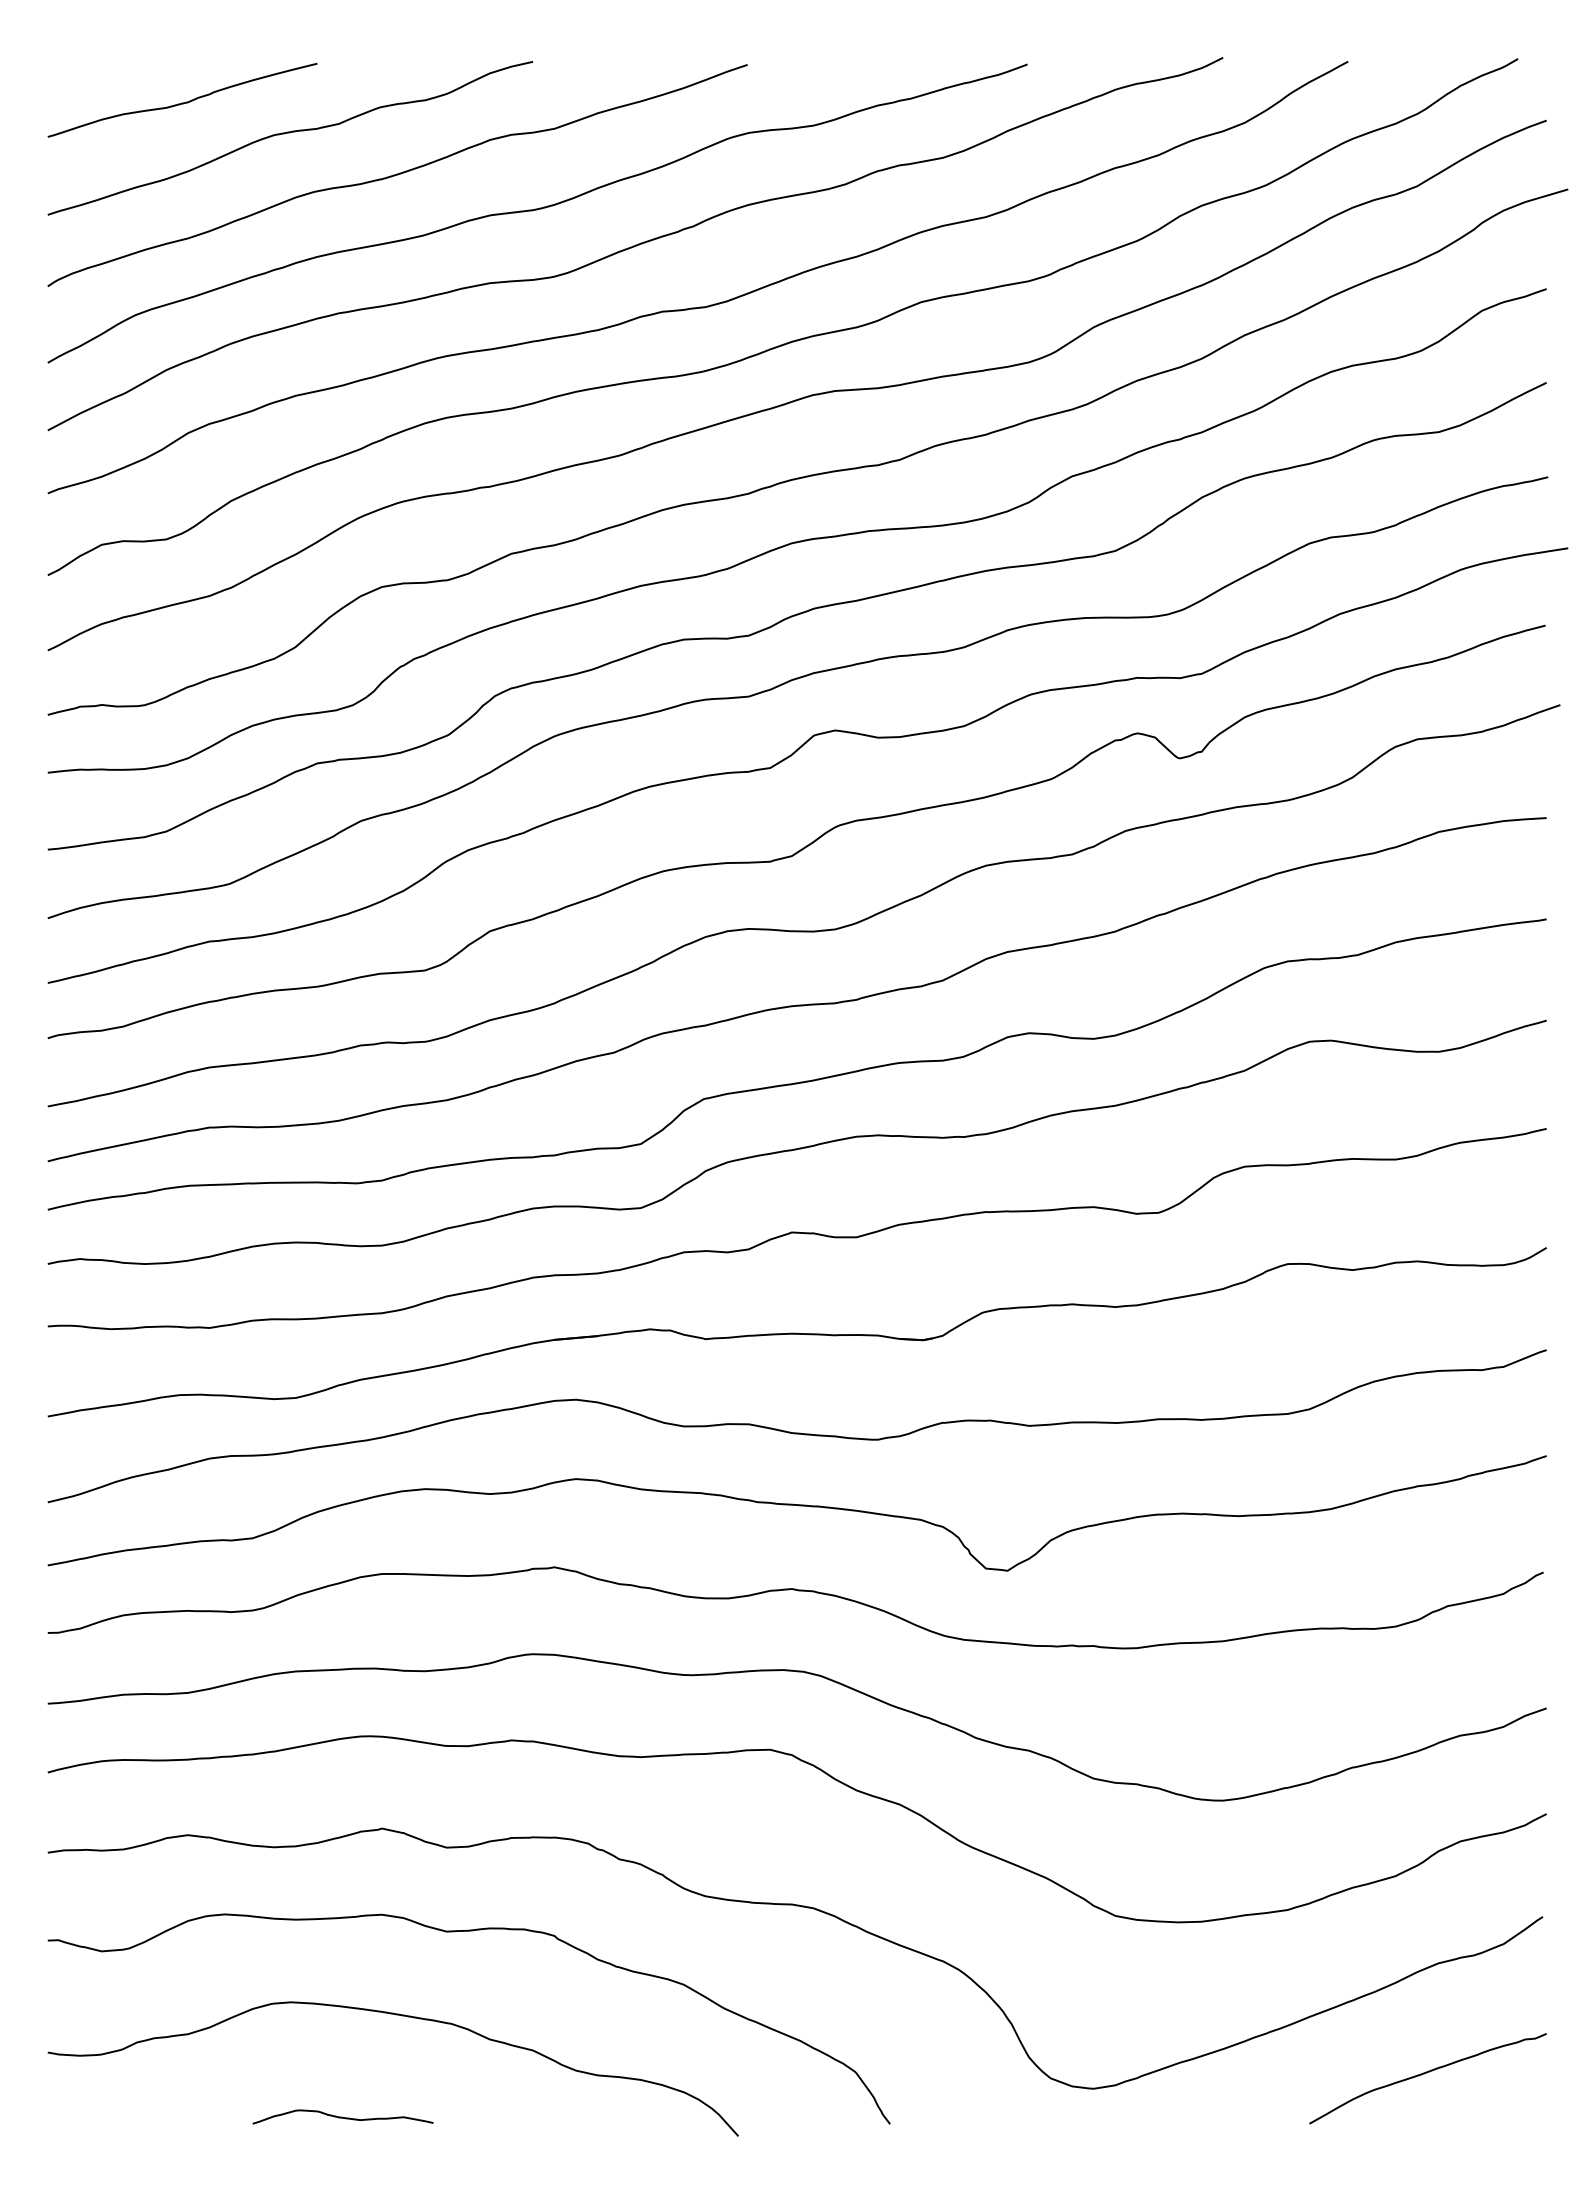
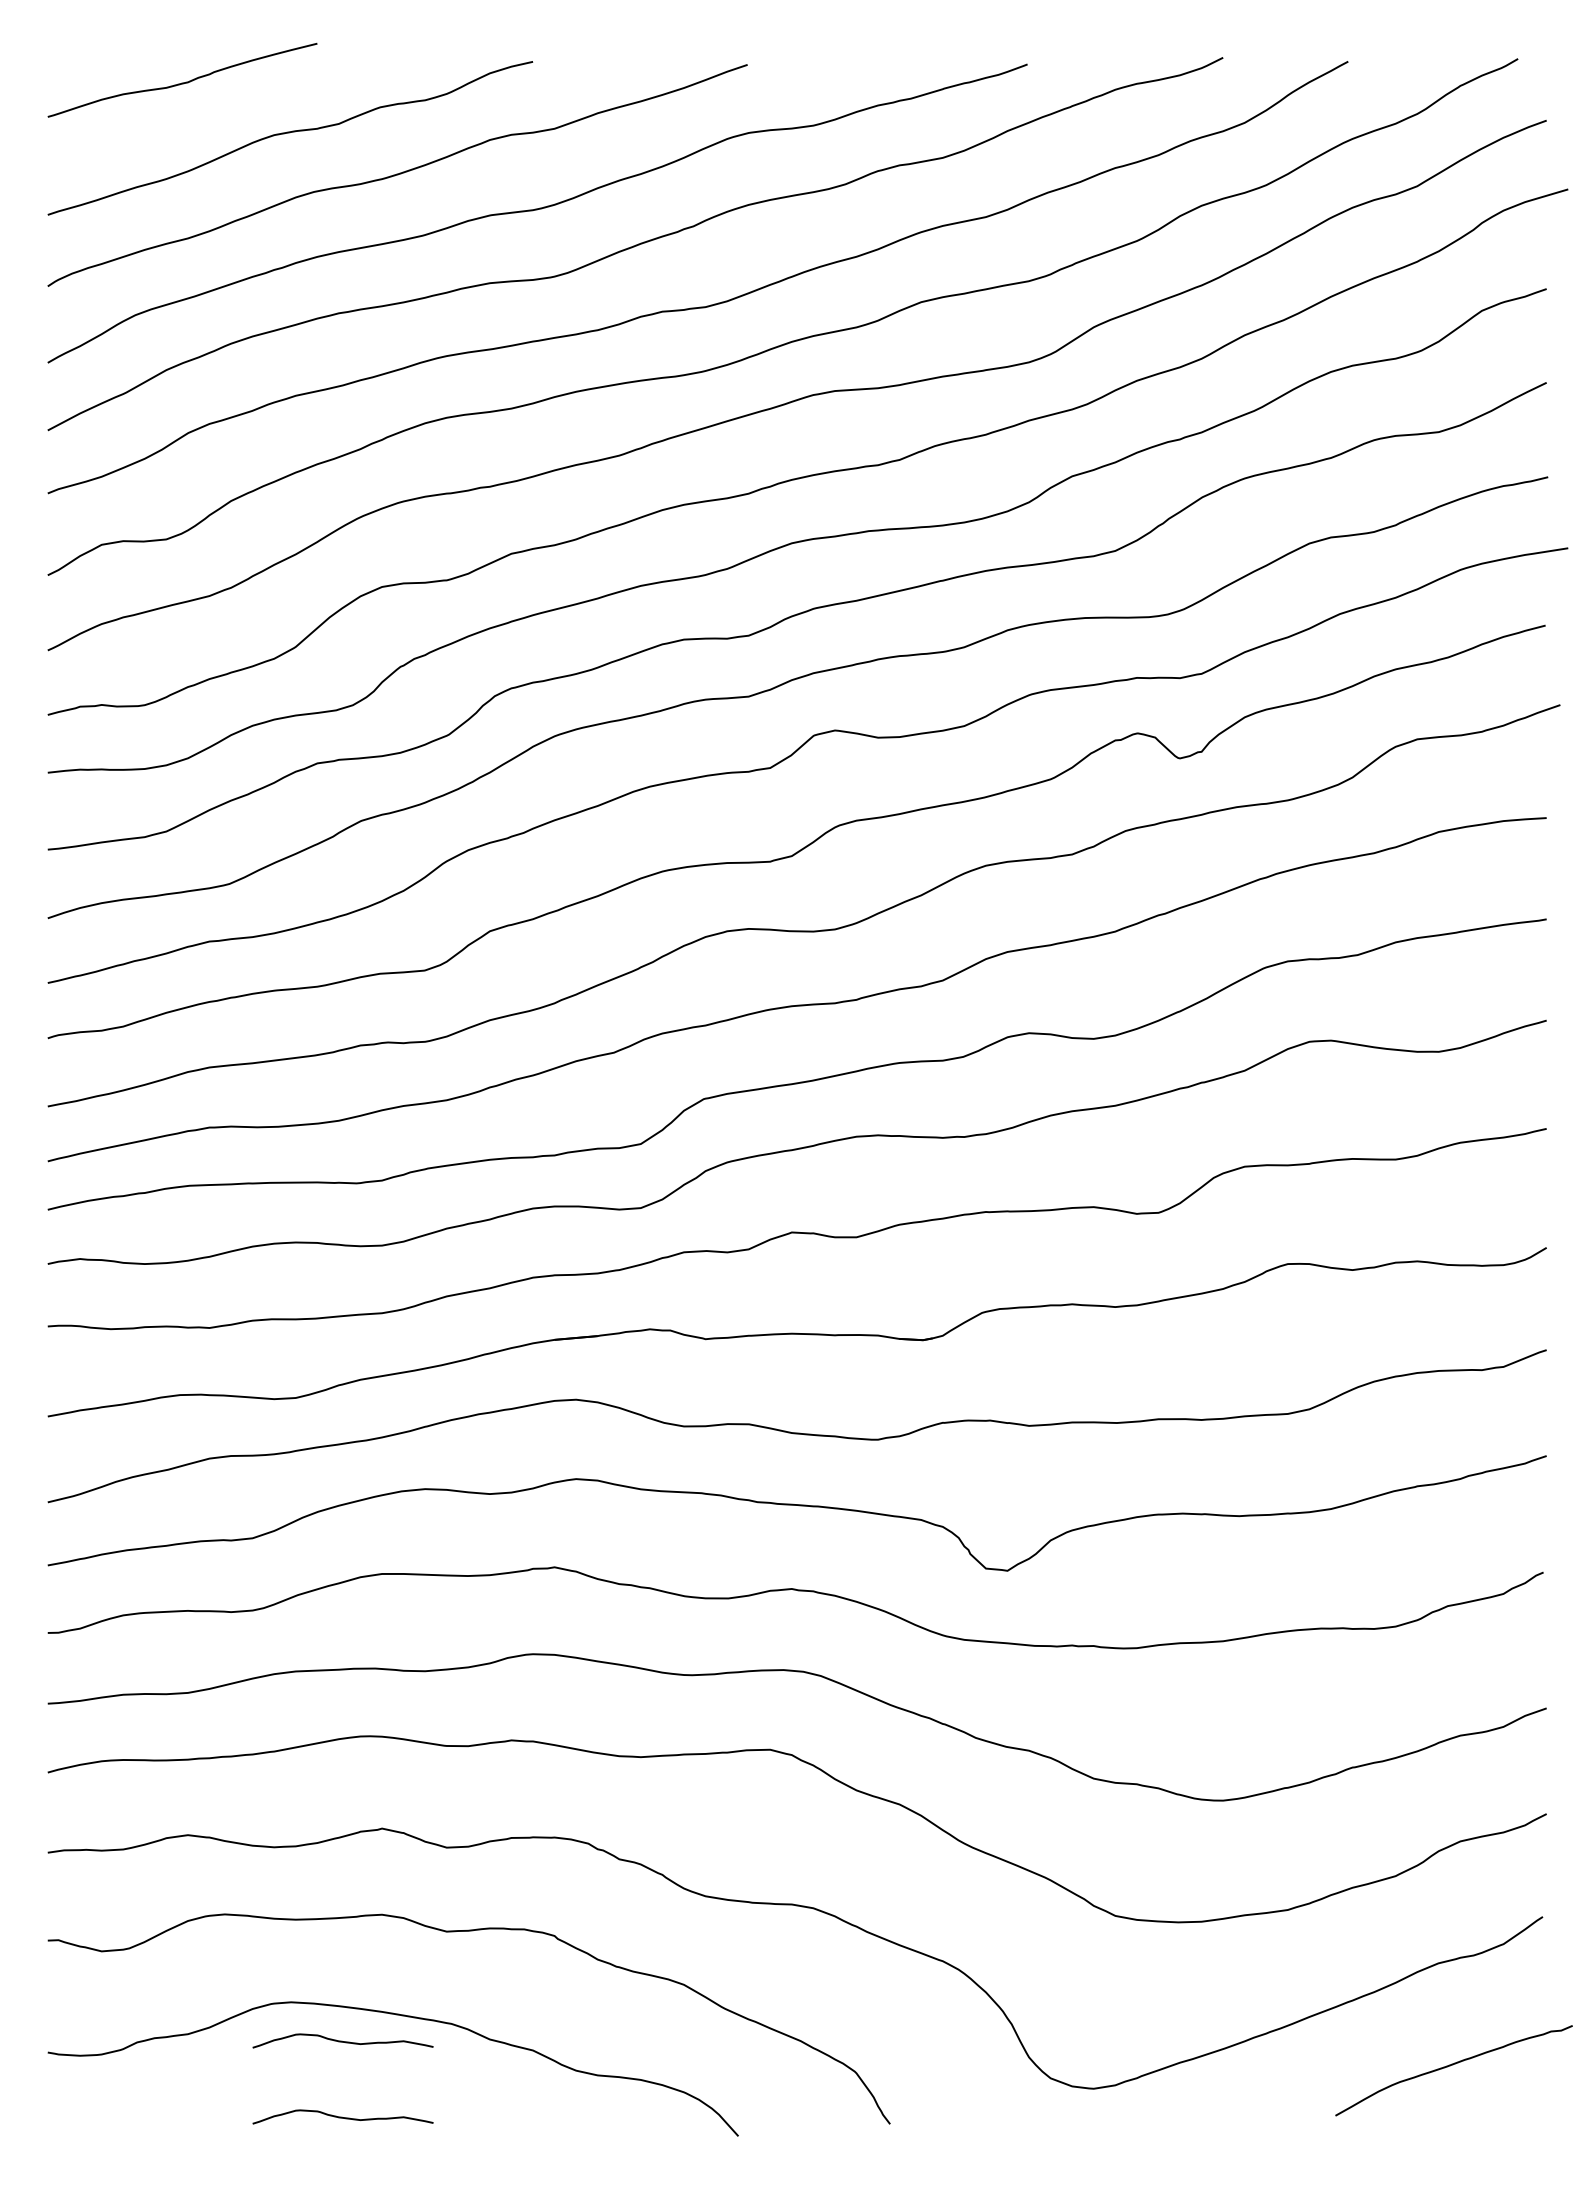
curve at (182, 102) position: (182, 102) -> (182, 82)
curve at (342, 2040): none -> present
curve at (1427, 2073) position: (1427, 2073) -> (1453, 2065)
